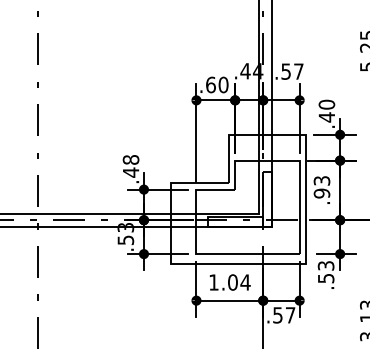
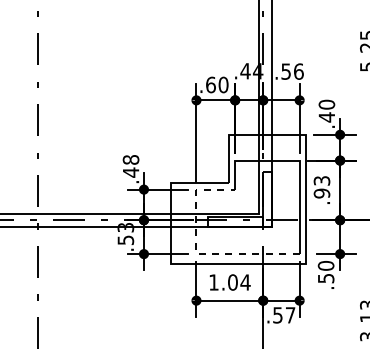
text at (298, 71): .57 -> .56
line at (196, 254): solid -> dashed
text at (325, 265): .53 -> .50
